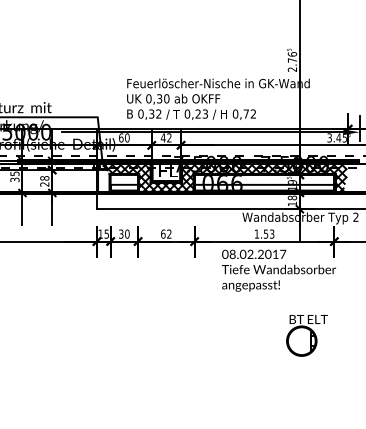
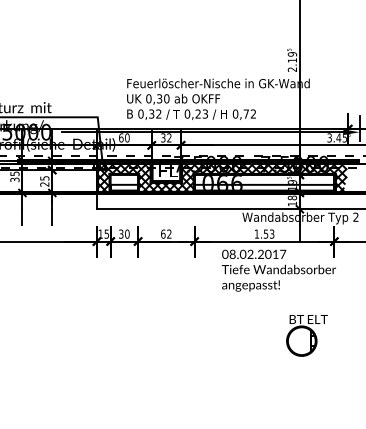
text at (292, 57): 2.76 -> 2.19
text at (162, 137): 42 -> 32
hatch at (103, 177): none -> present
text at (44, 178): 28 -> 25
